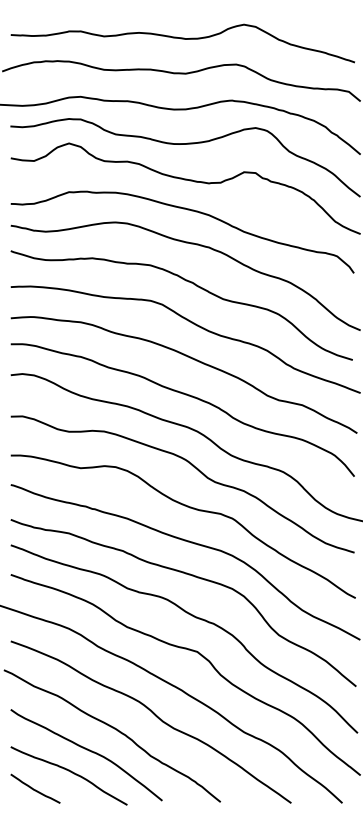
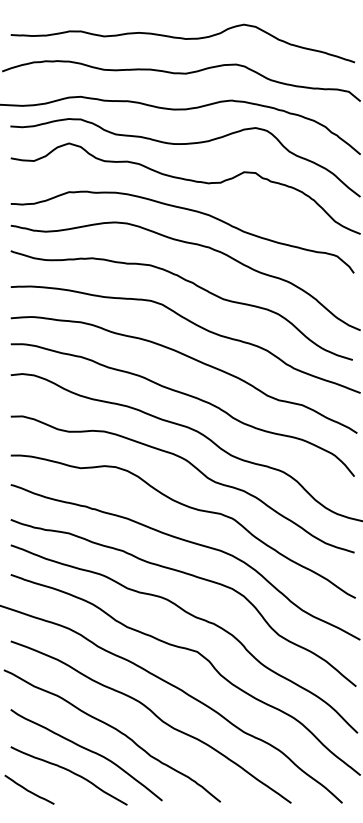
curve at (35, 789) position: (35, 789) -> (29, 790)
